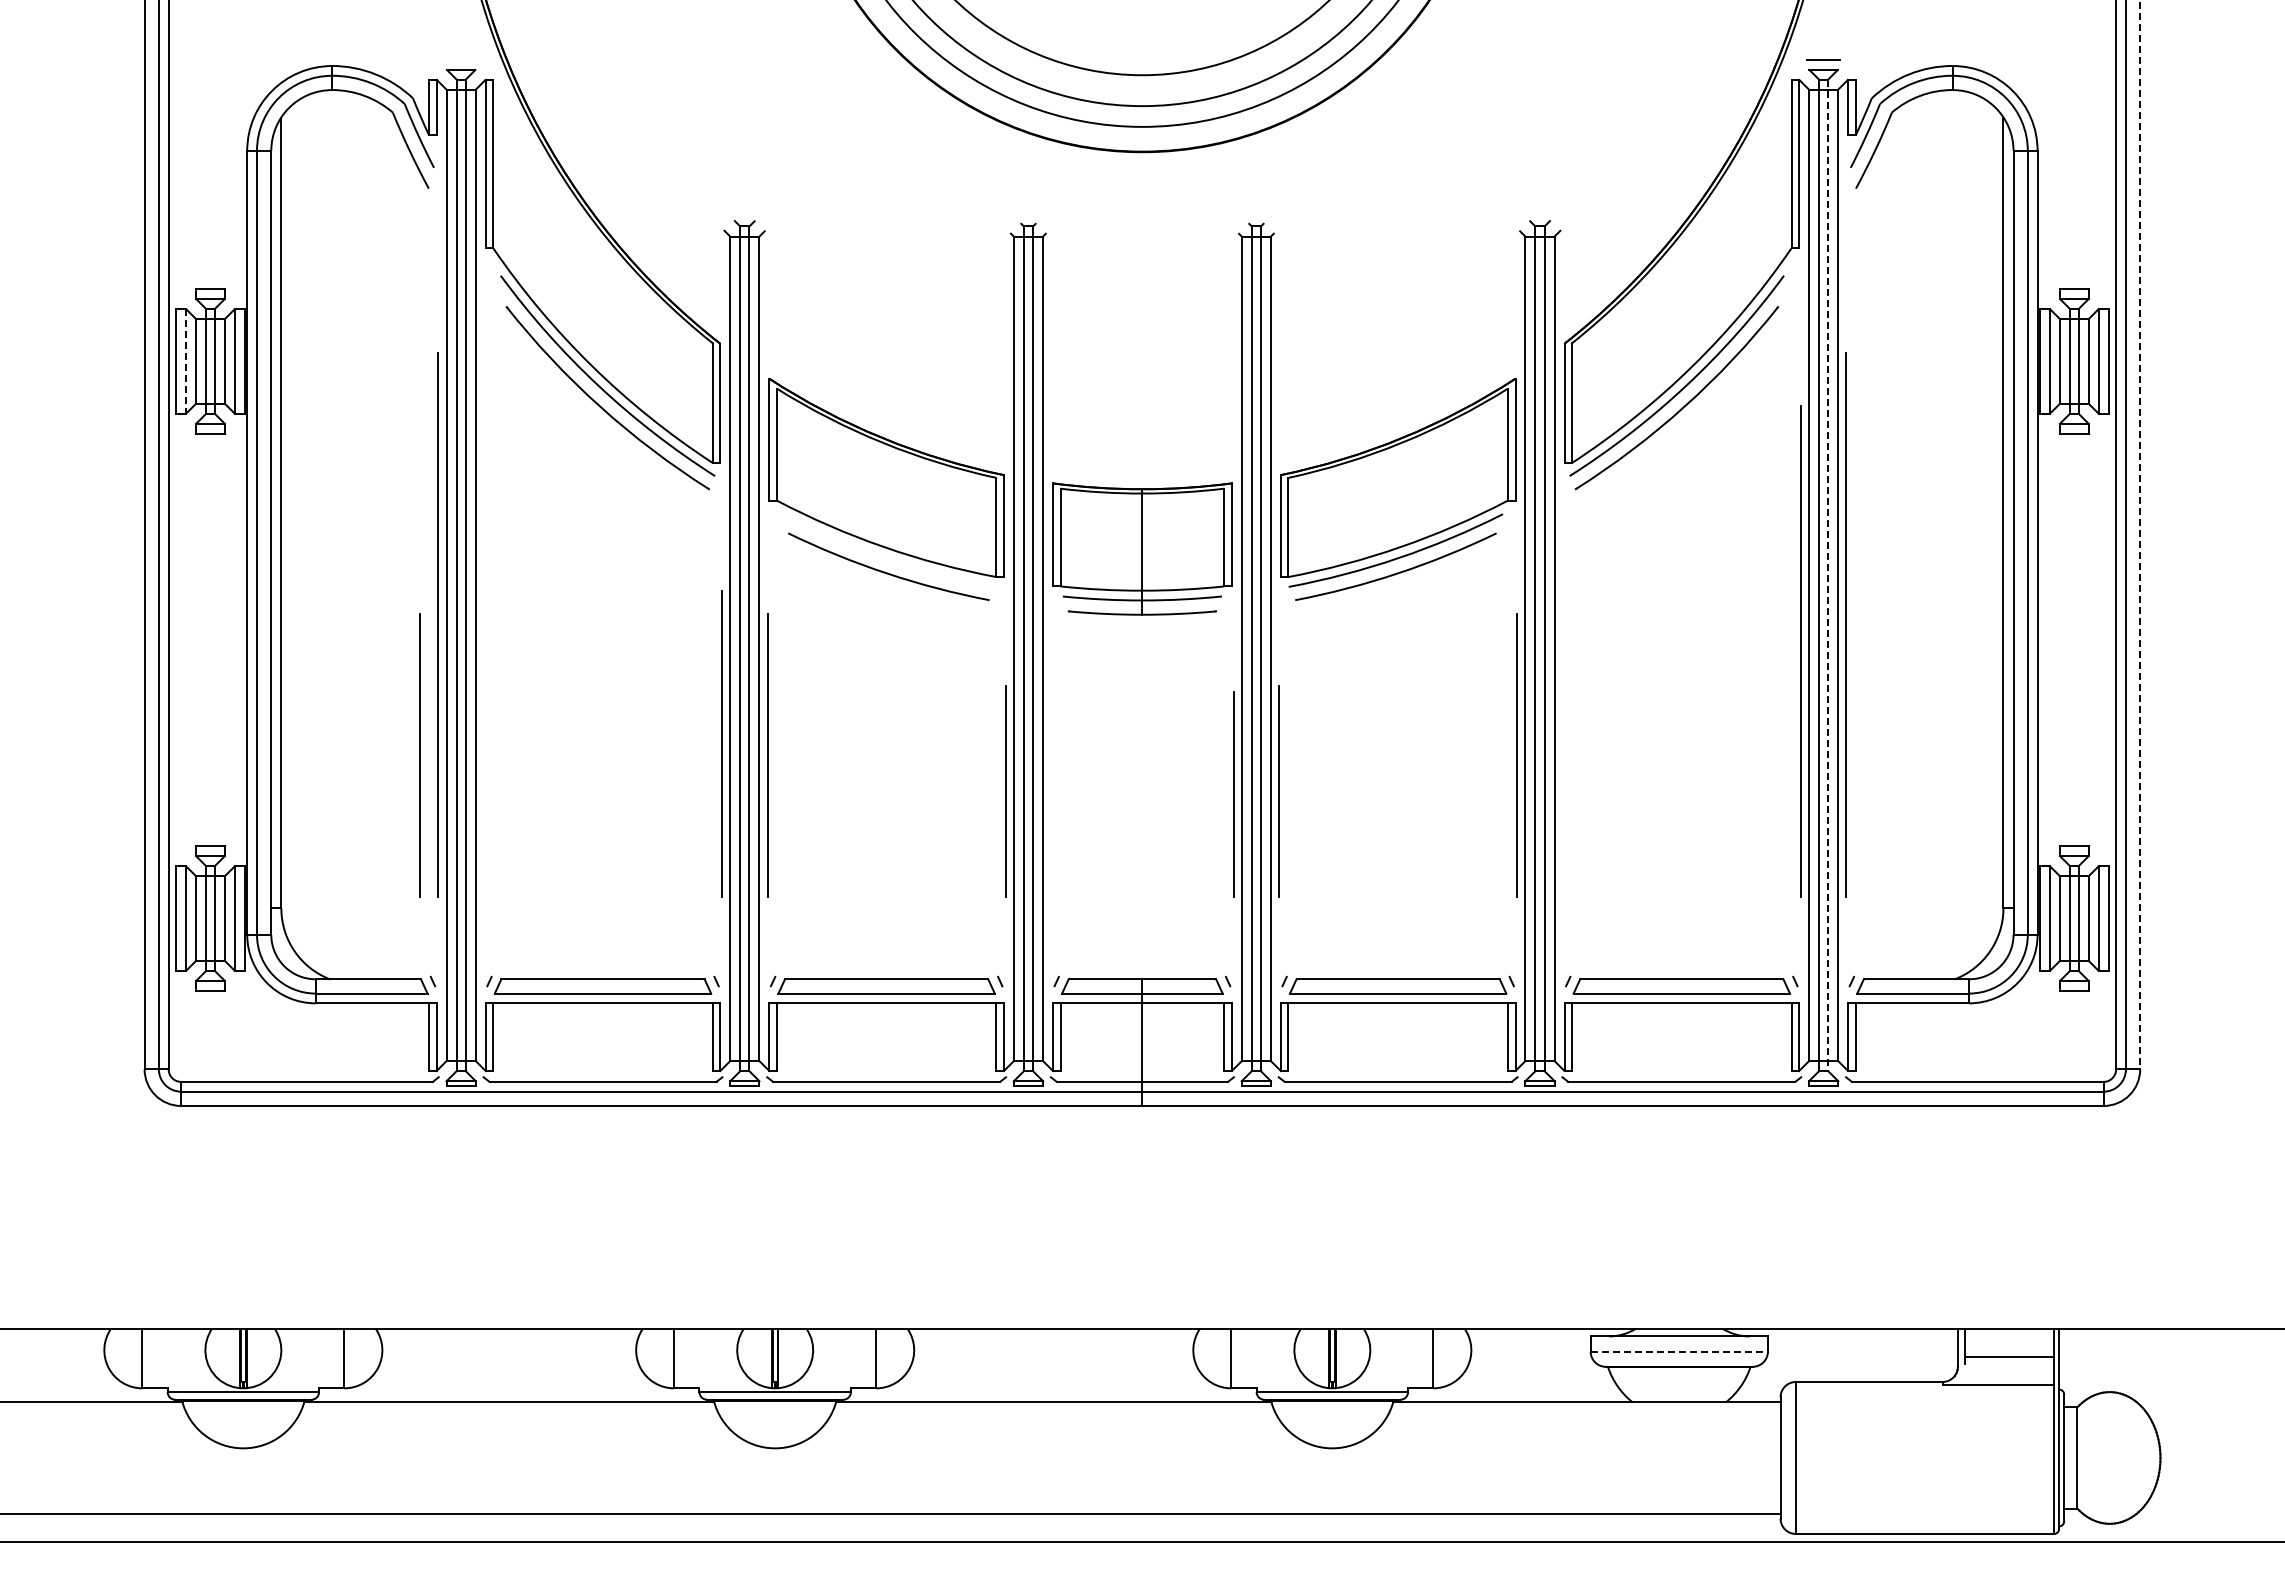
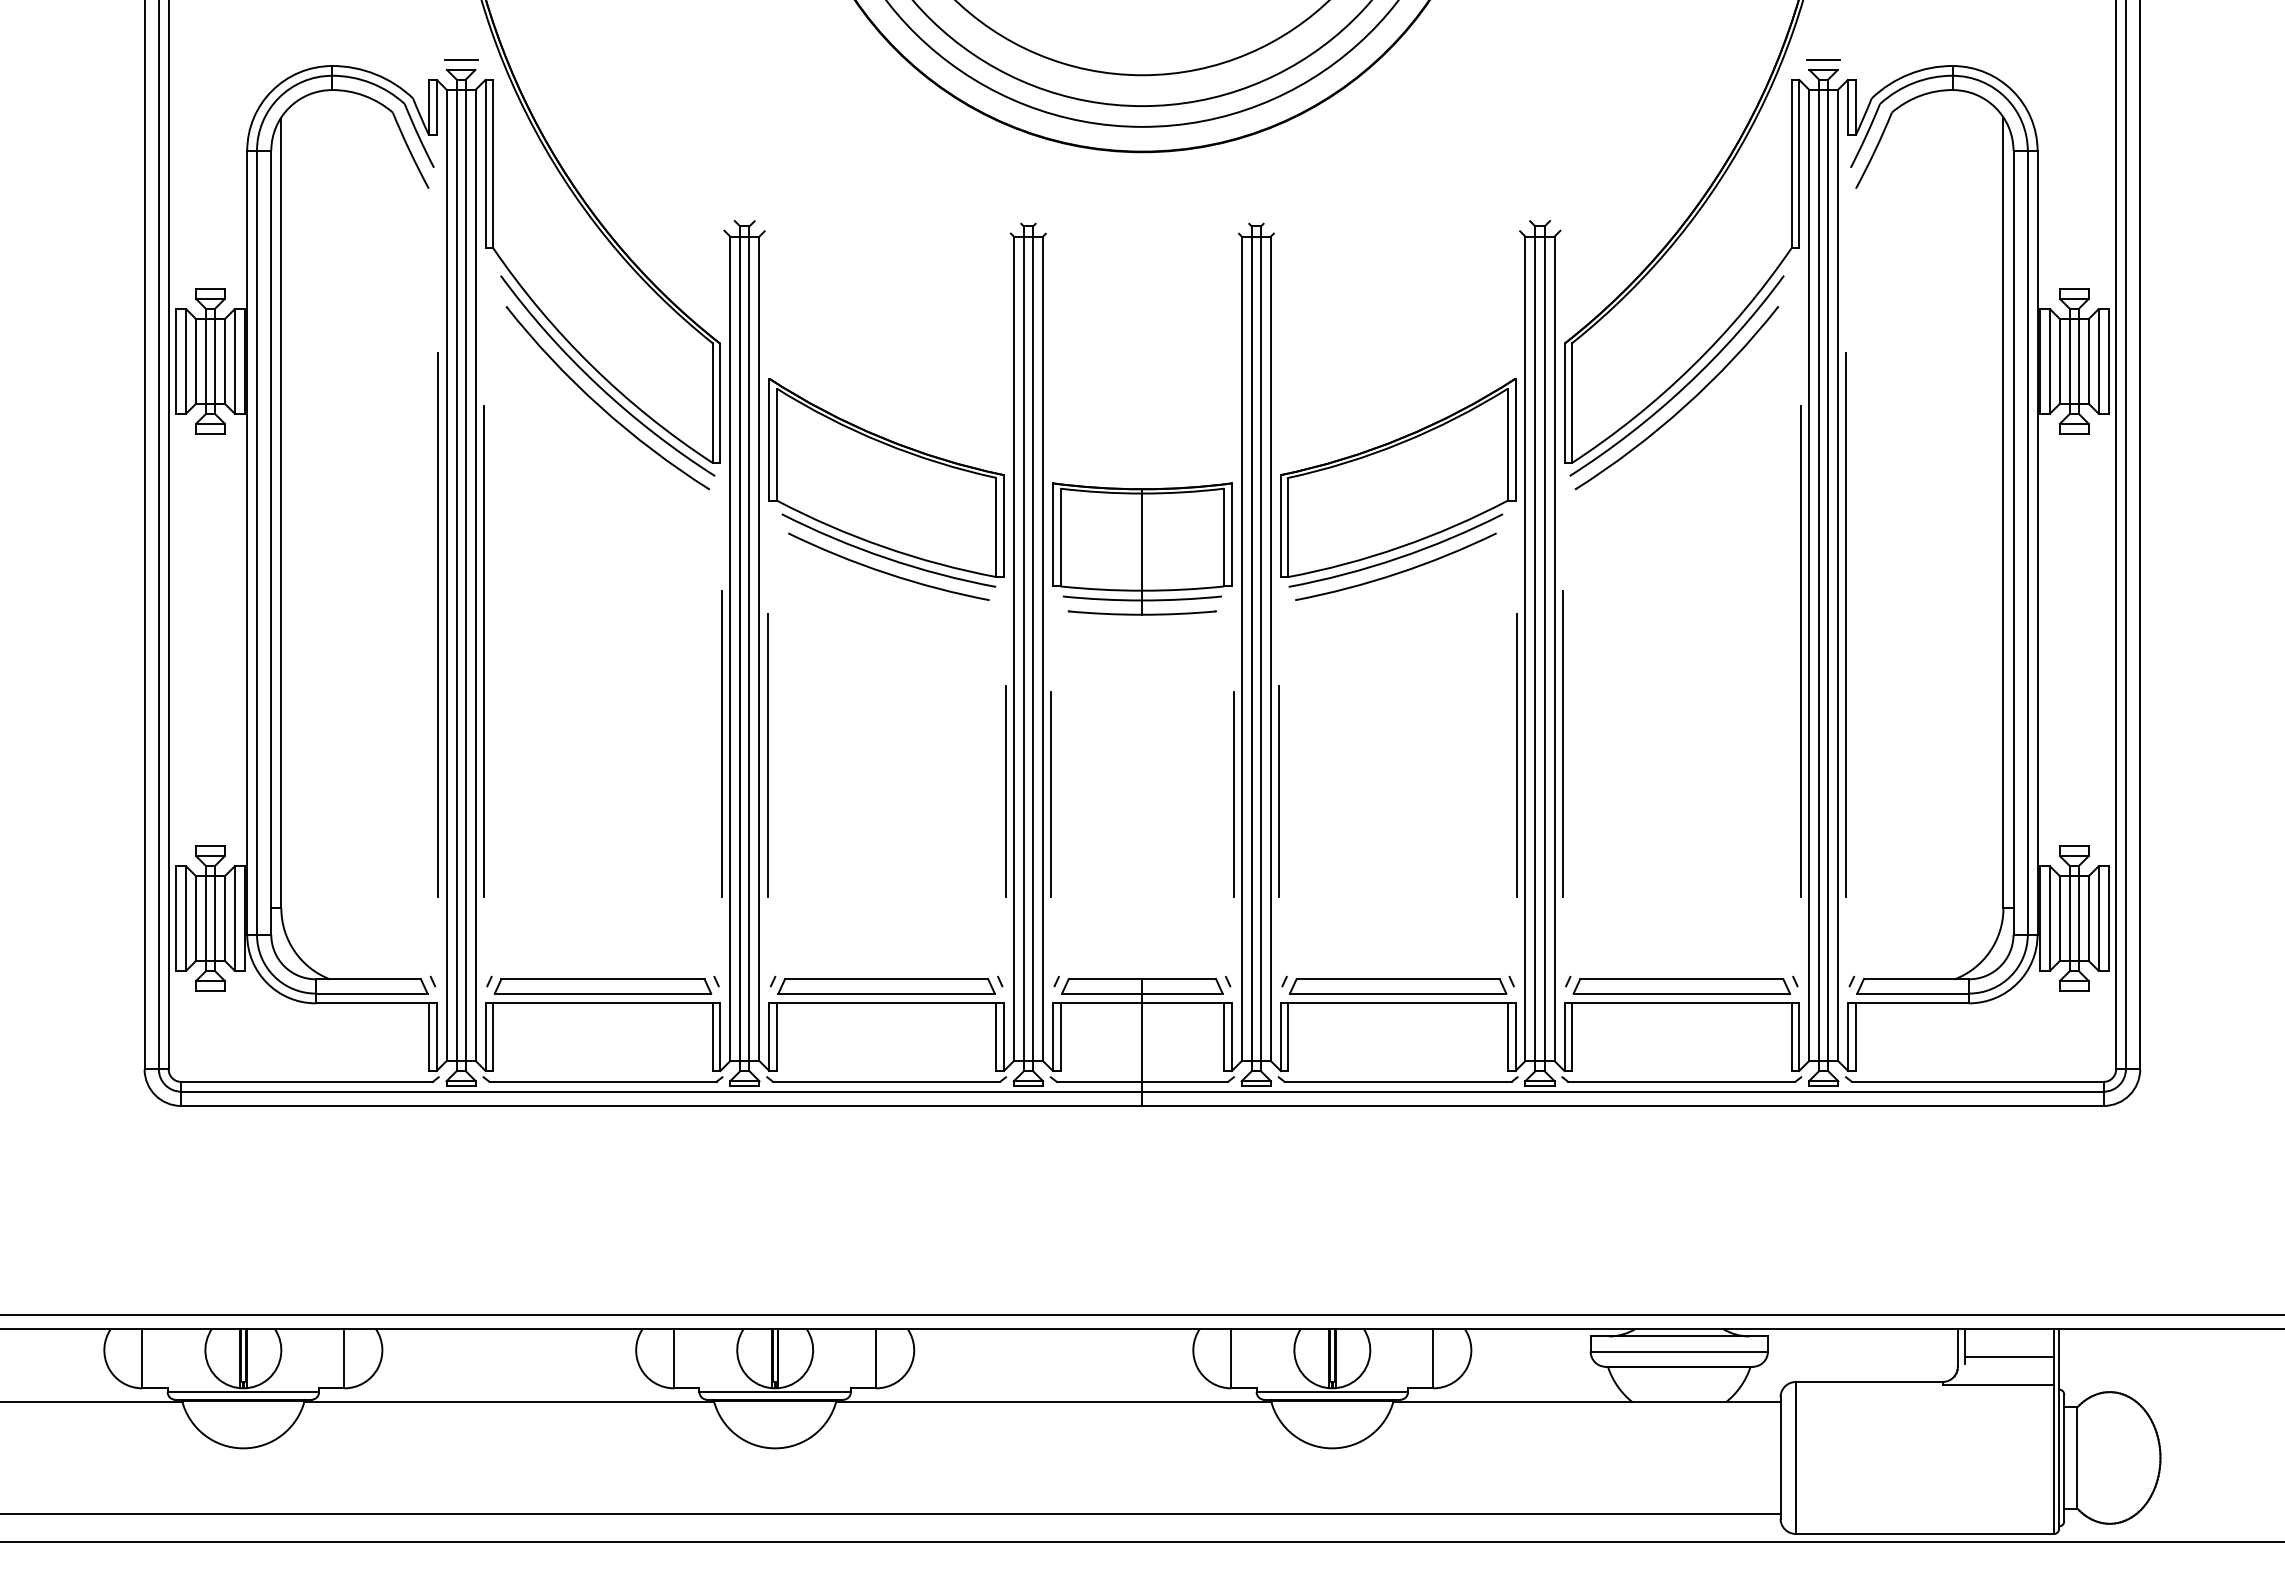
line at (460, 59): none -> present
line at (186, 361): dashed -> solid
line at (2140, 535): dashed -> solid
arc at (885, 556): none -> present
line at (1828, 575): dashed -> solid
line at (483, 651): none -> present
line at (1562, 744): none -> present
line at (419, 755): present -> none
line at (1051, 794): none -> present
line at (1141, 1314): none -> present
line at (1679, 1351): dashed -> solid
